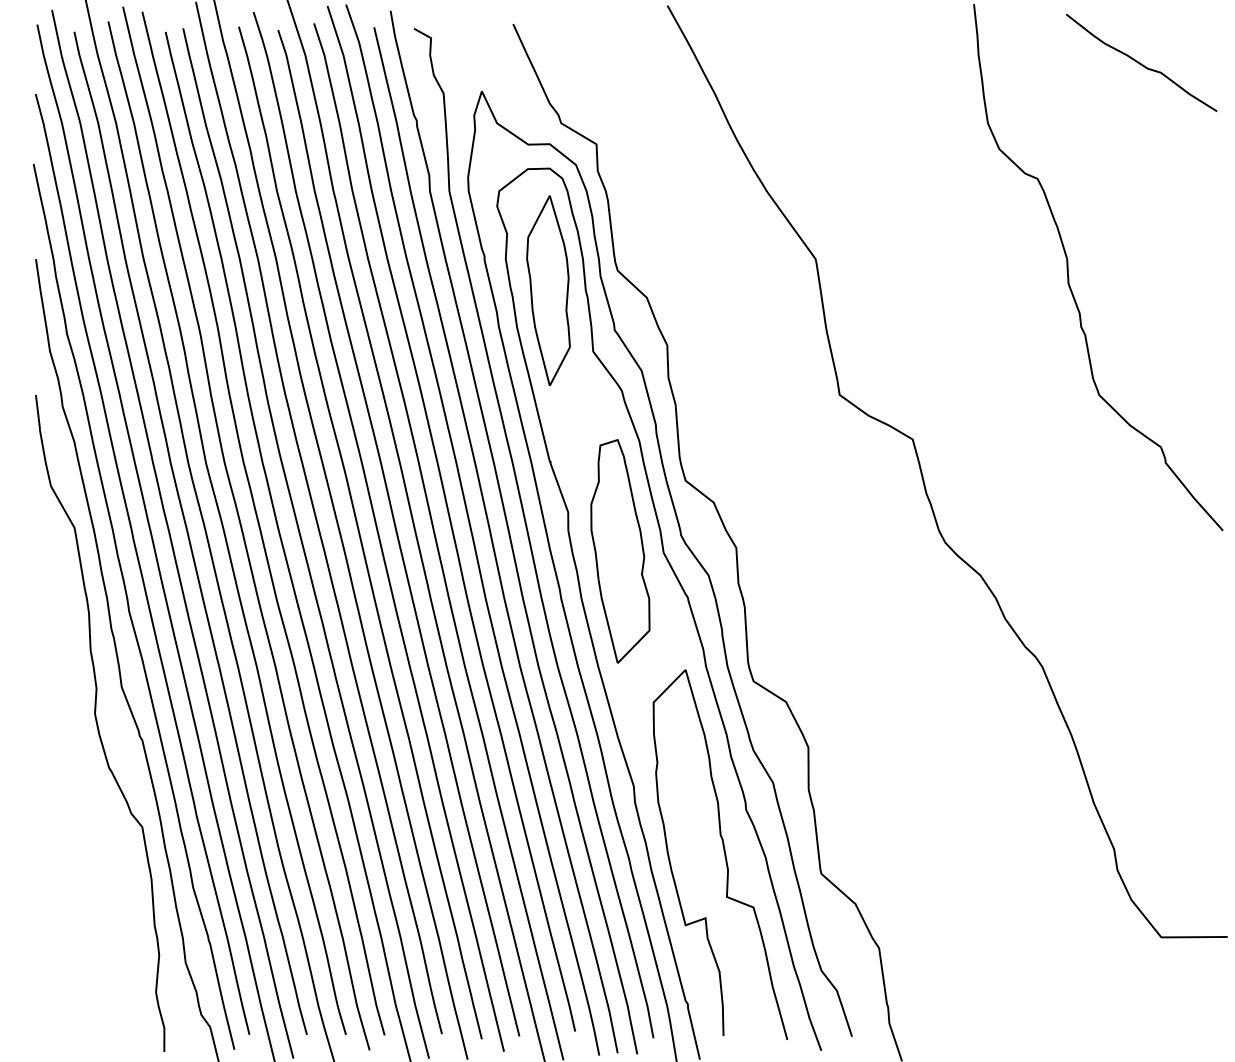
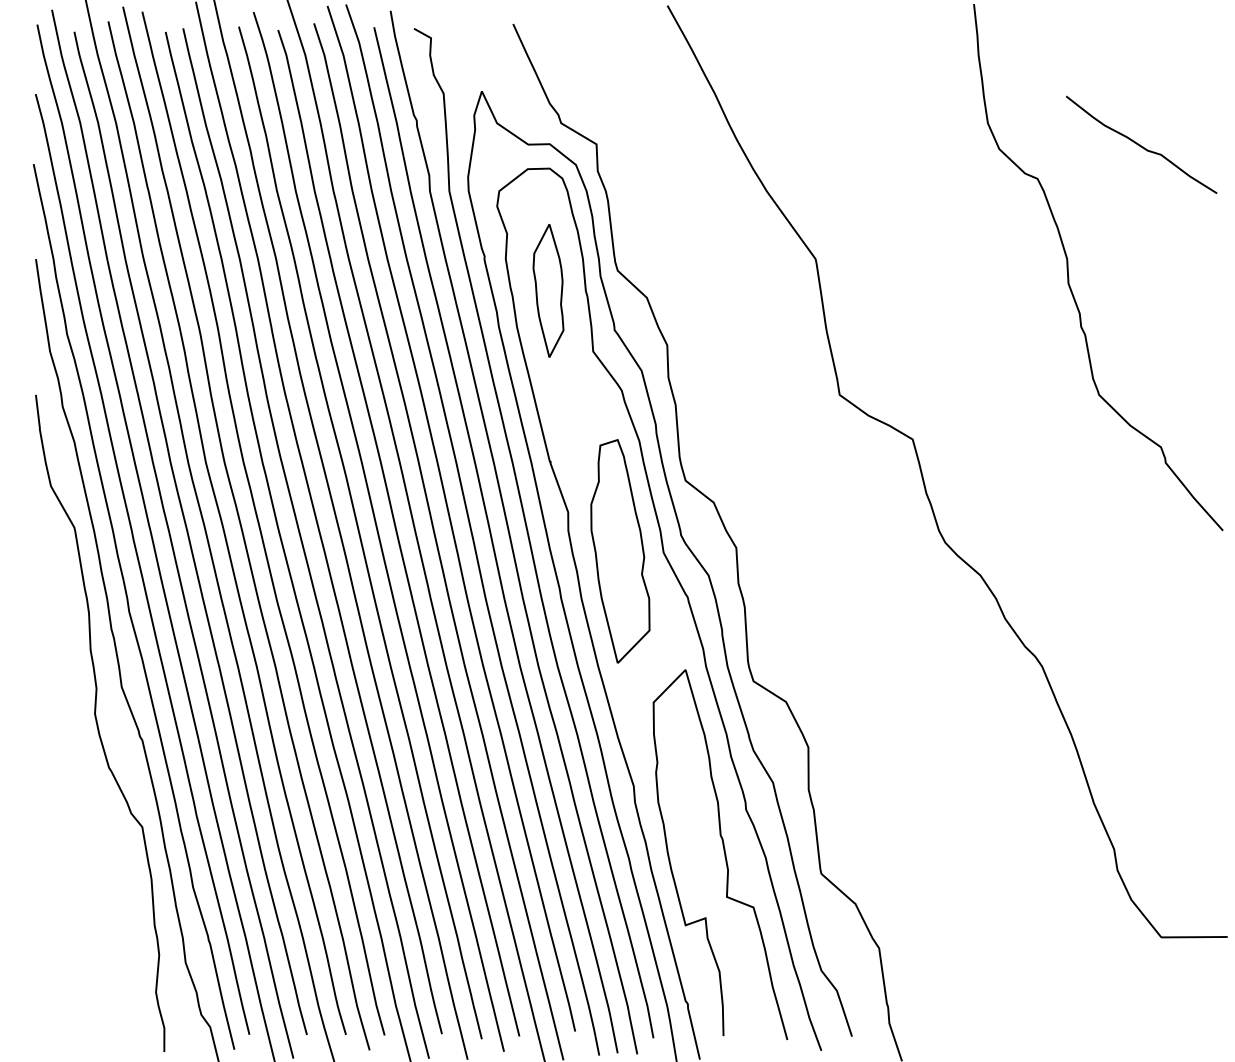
curve at (1140, 62) position: (1140, 62) -> (1140, 144)
part at (548, 290) size: 45x192 px -> 33x134 px
